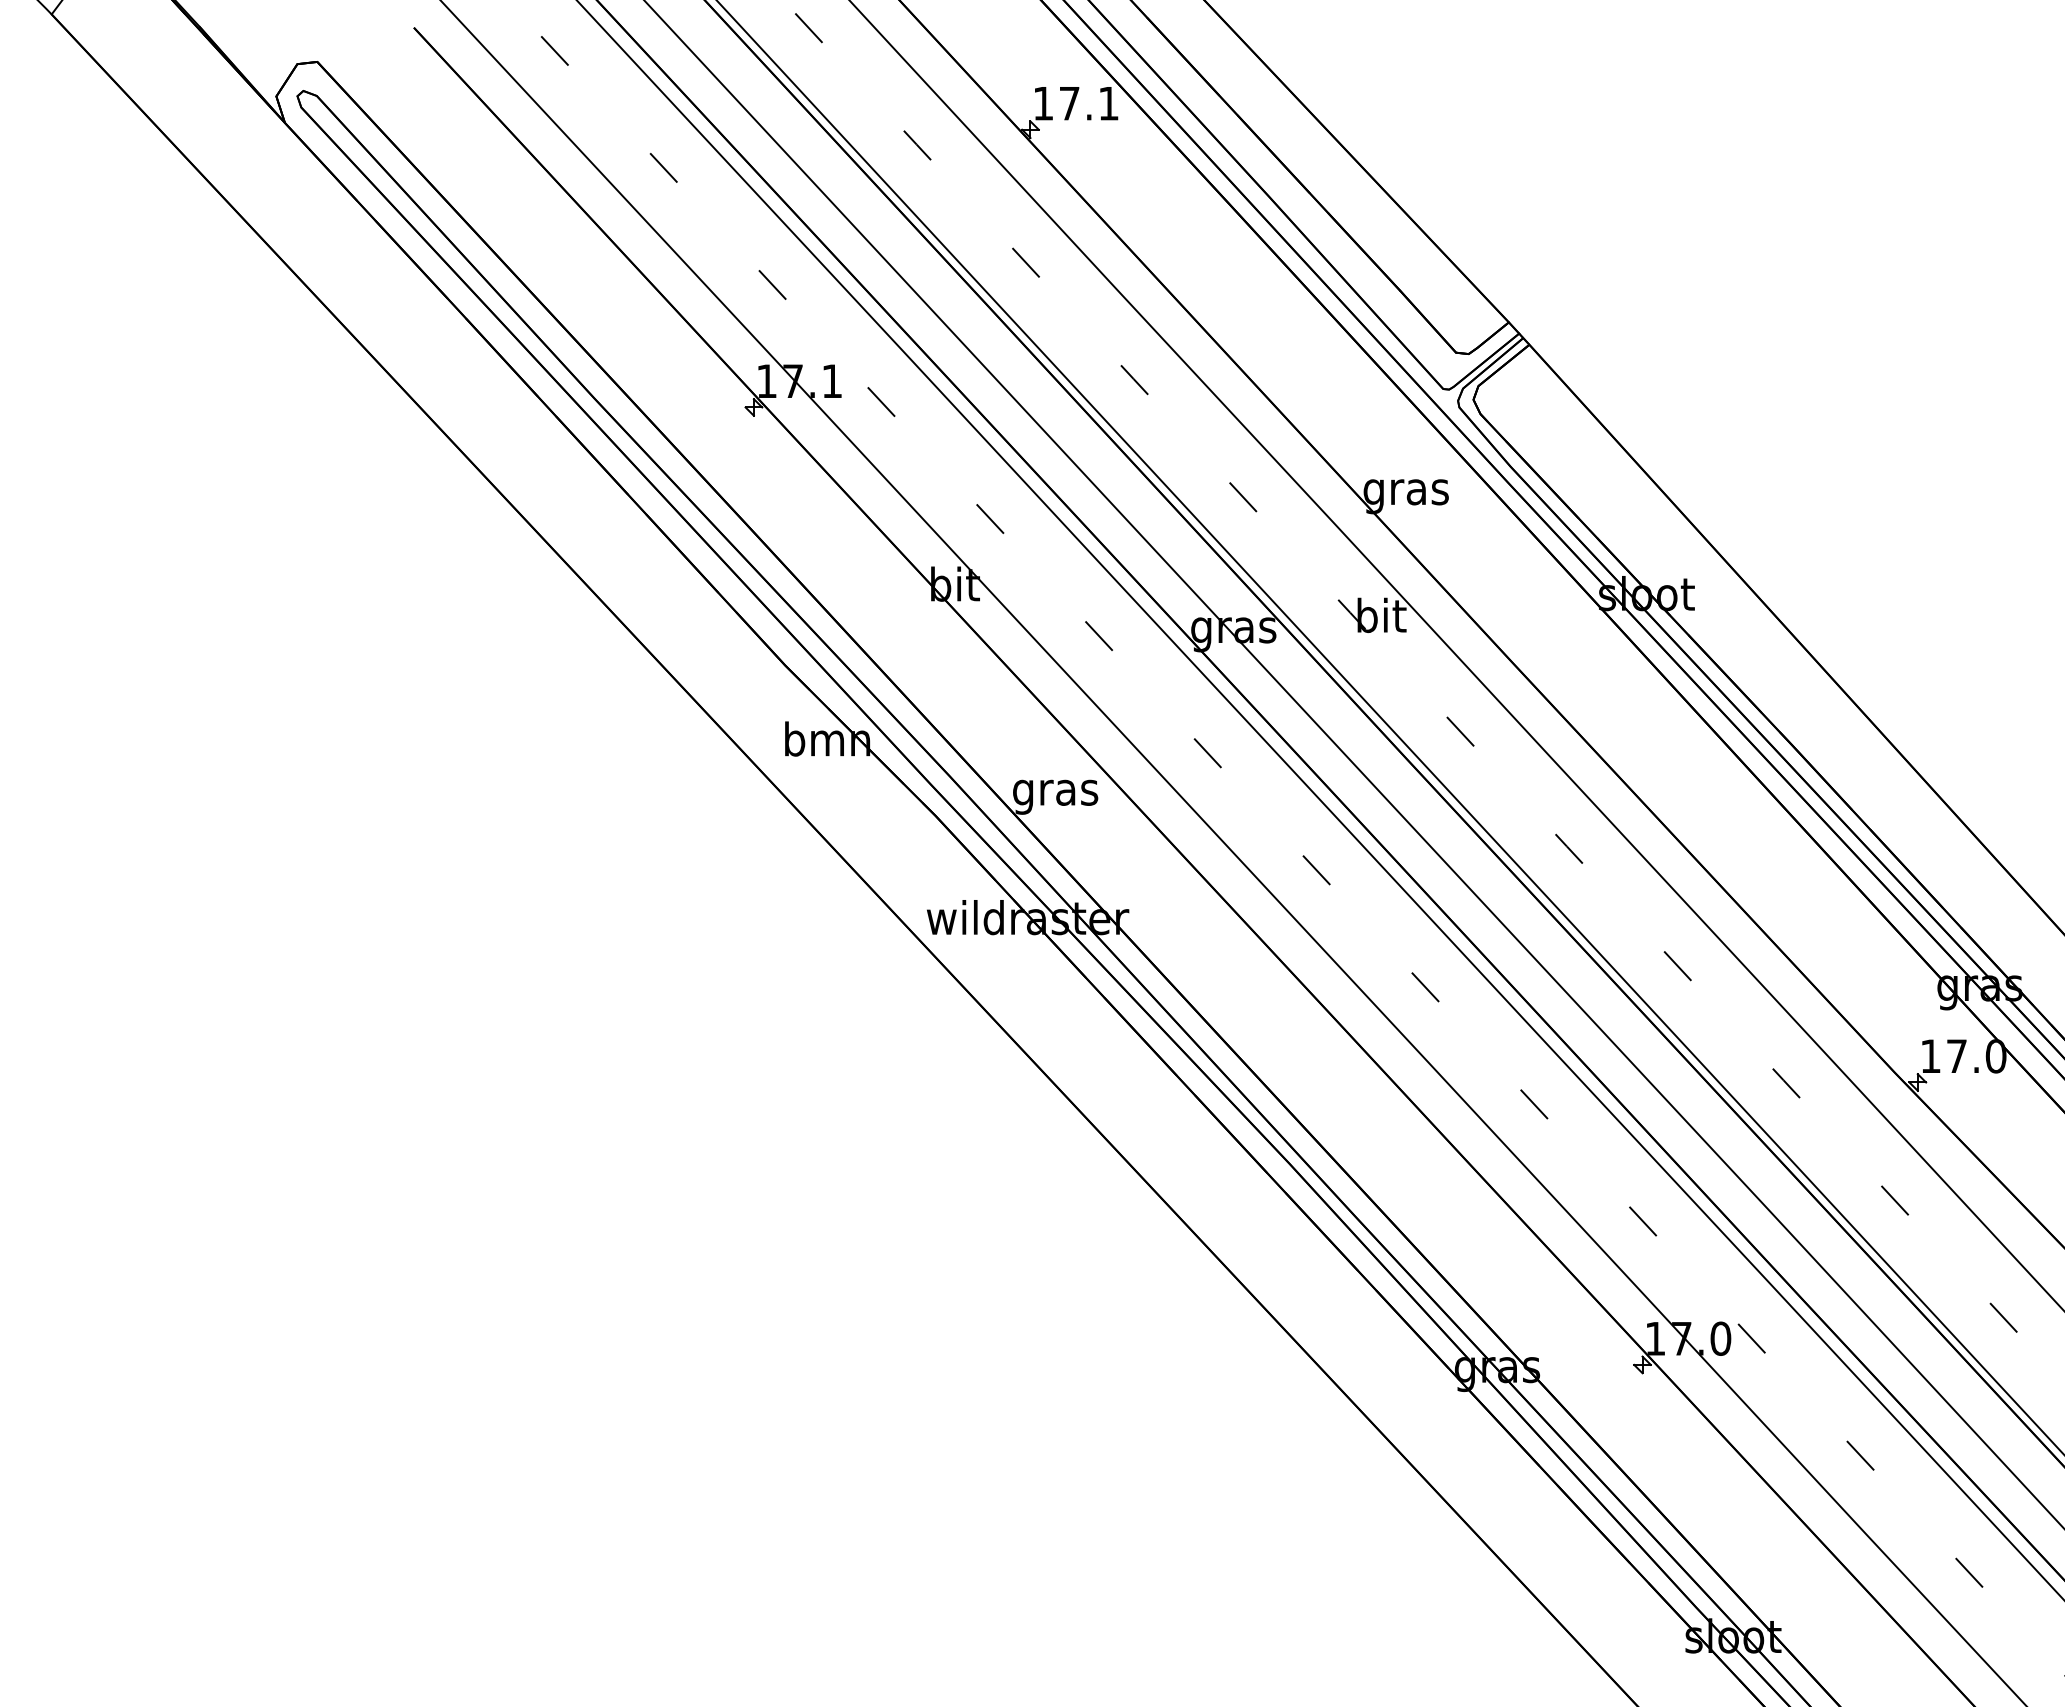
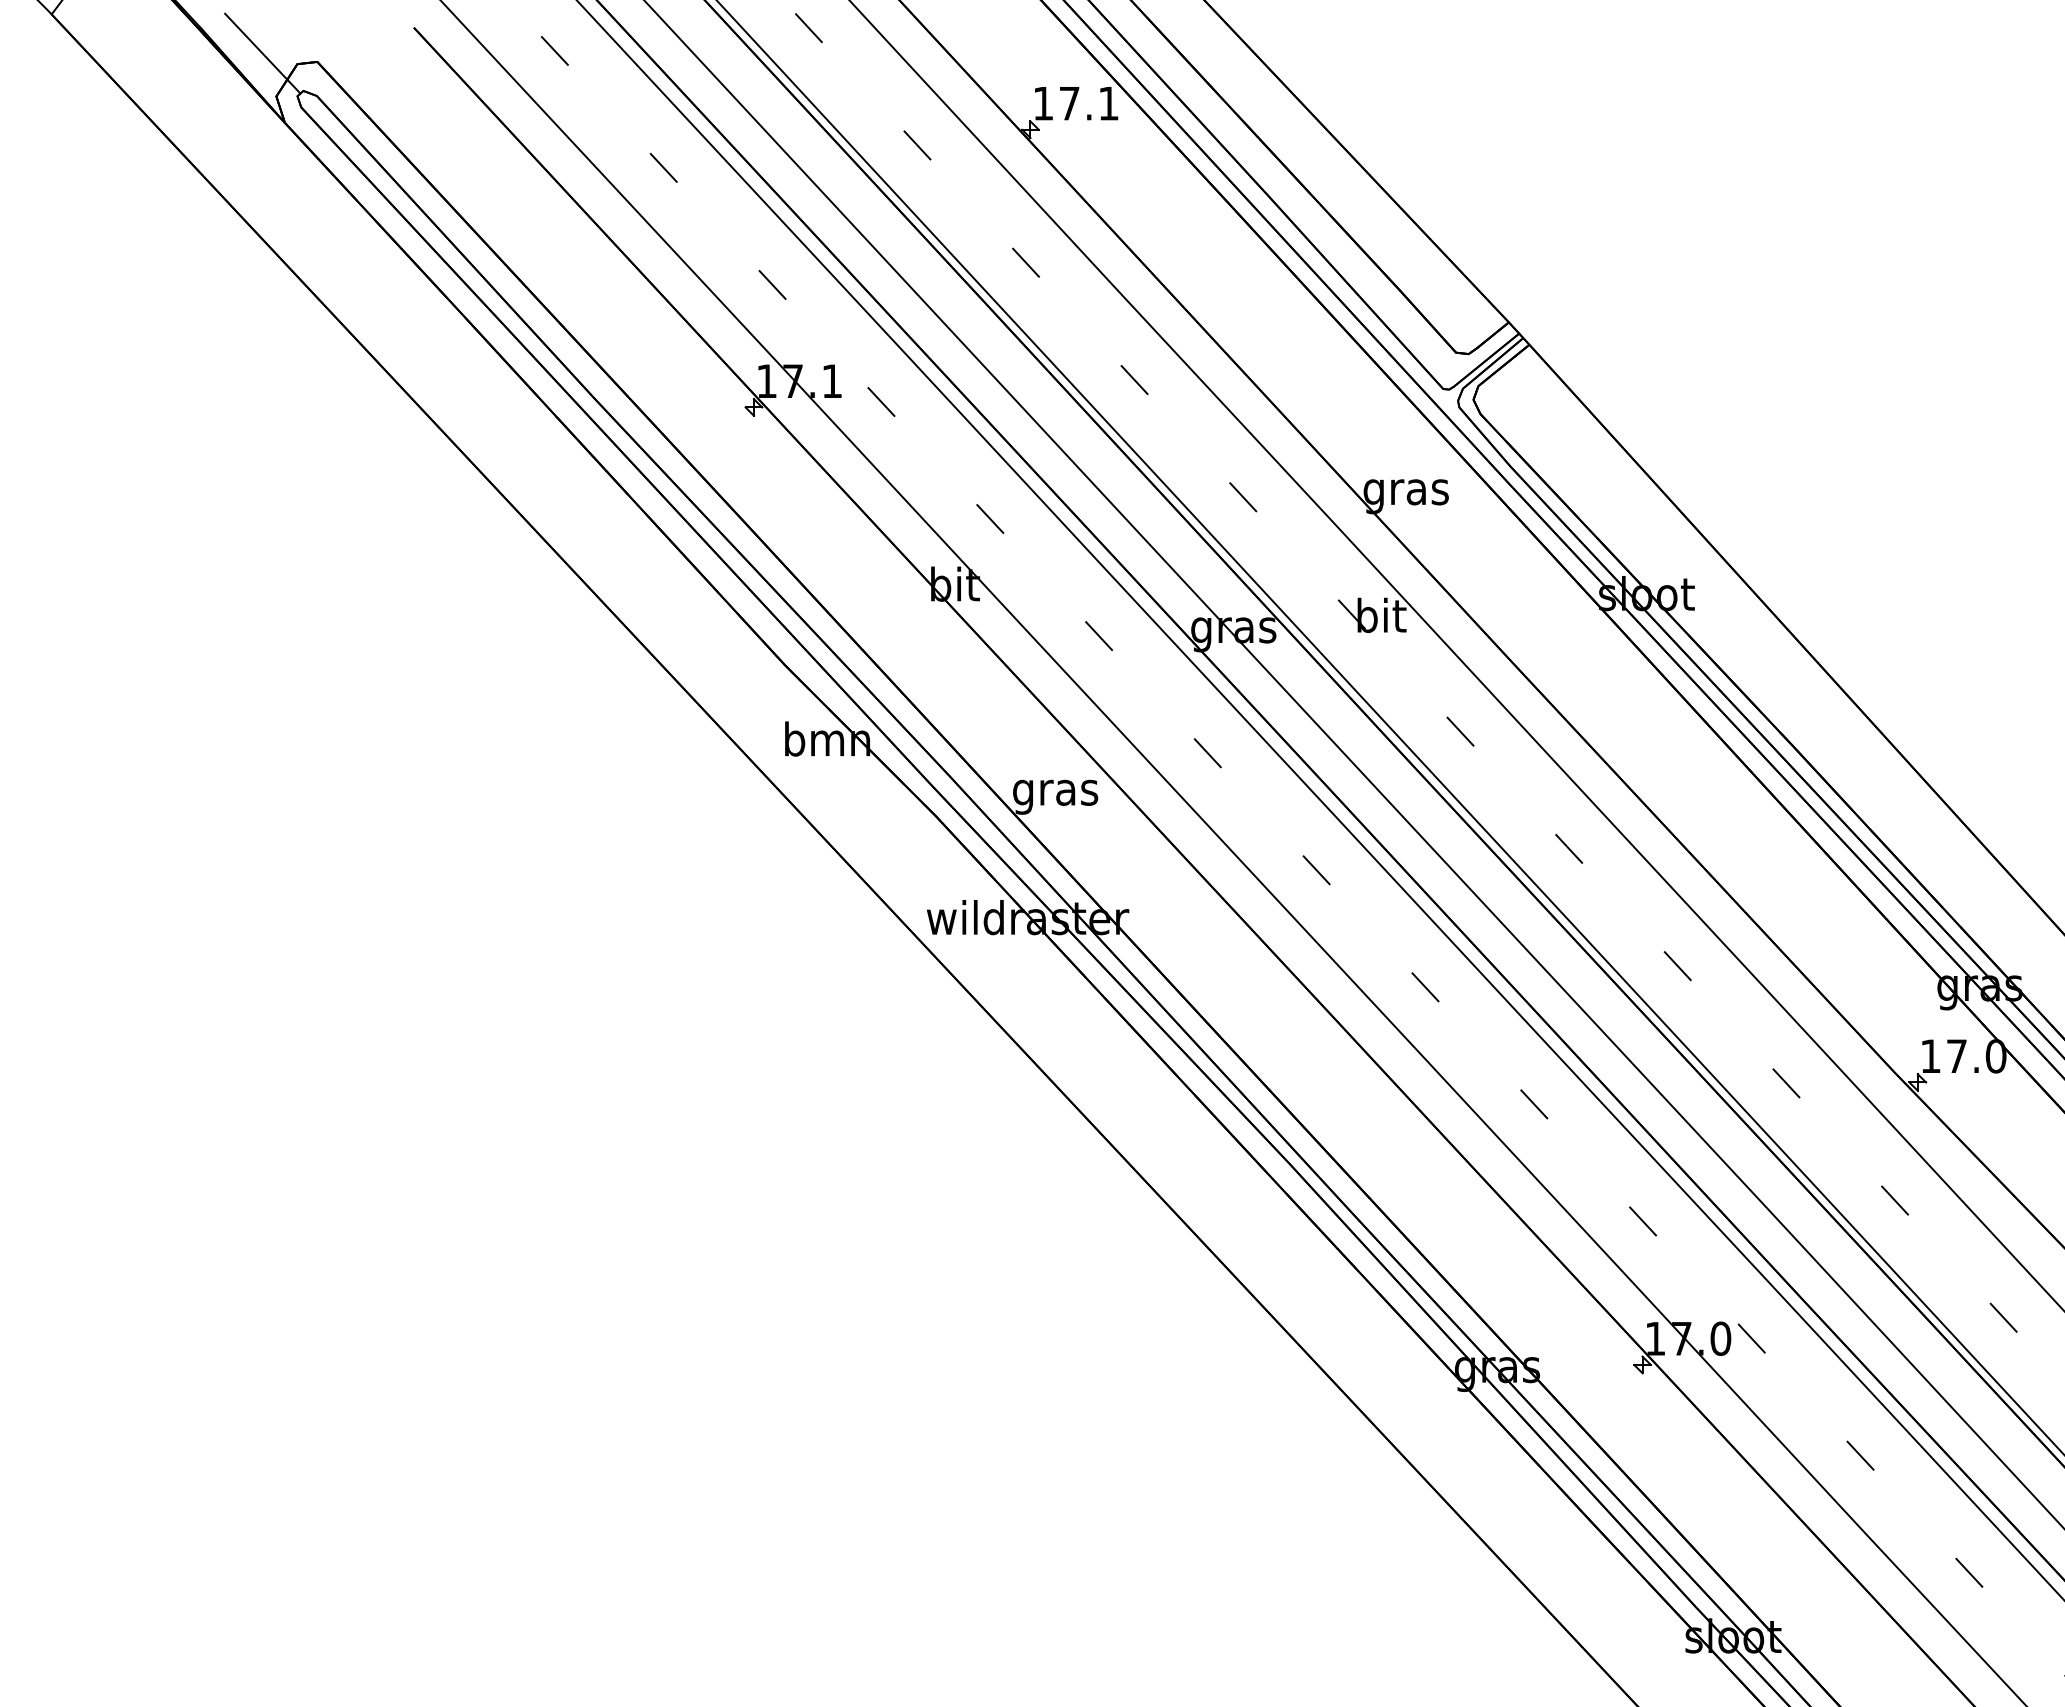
line at (262, 53): none -> present
